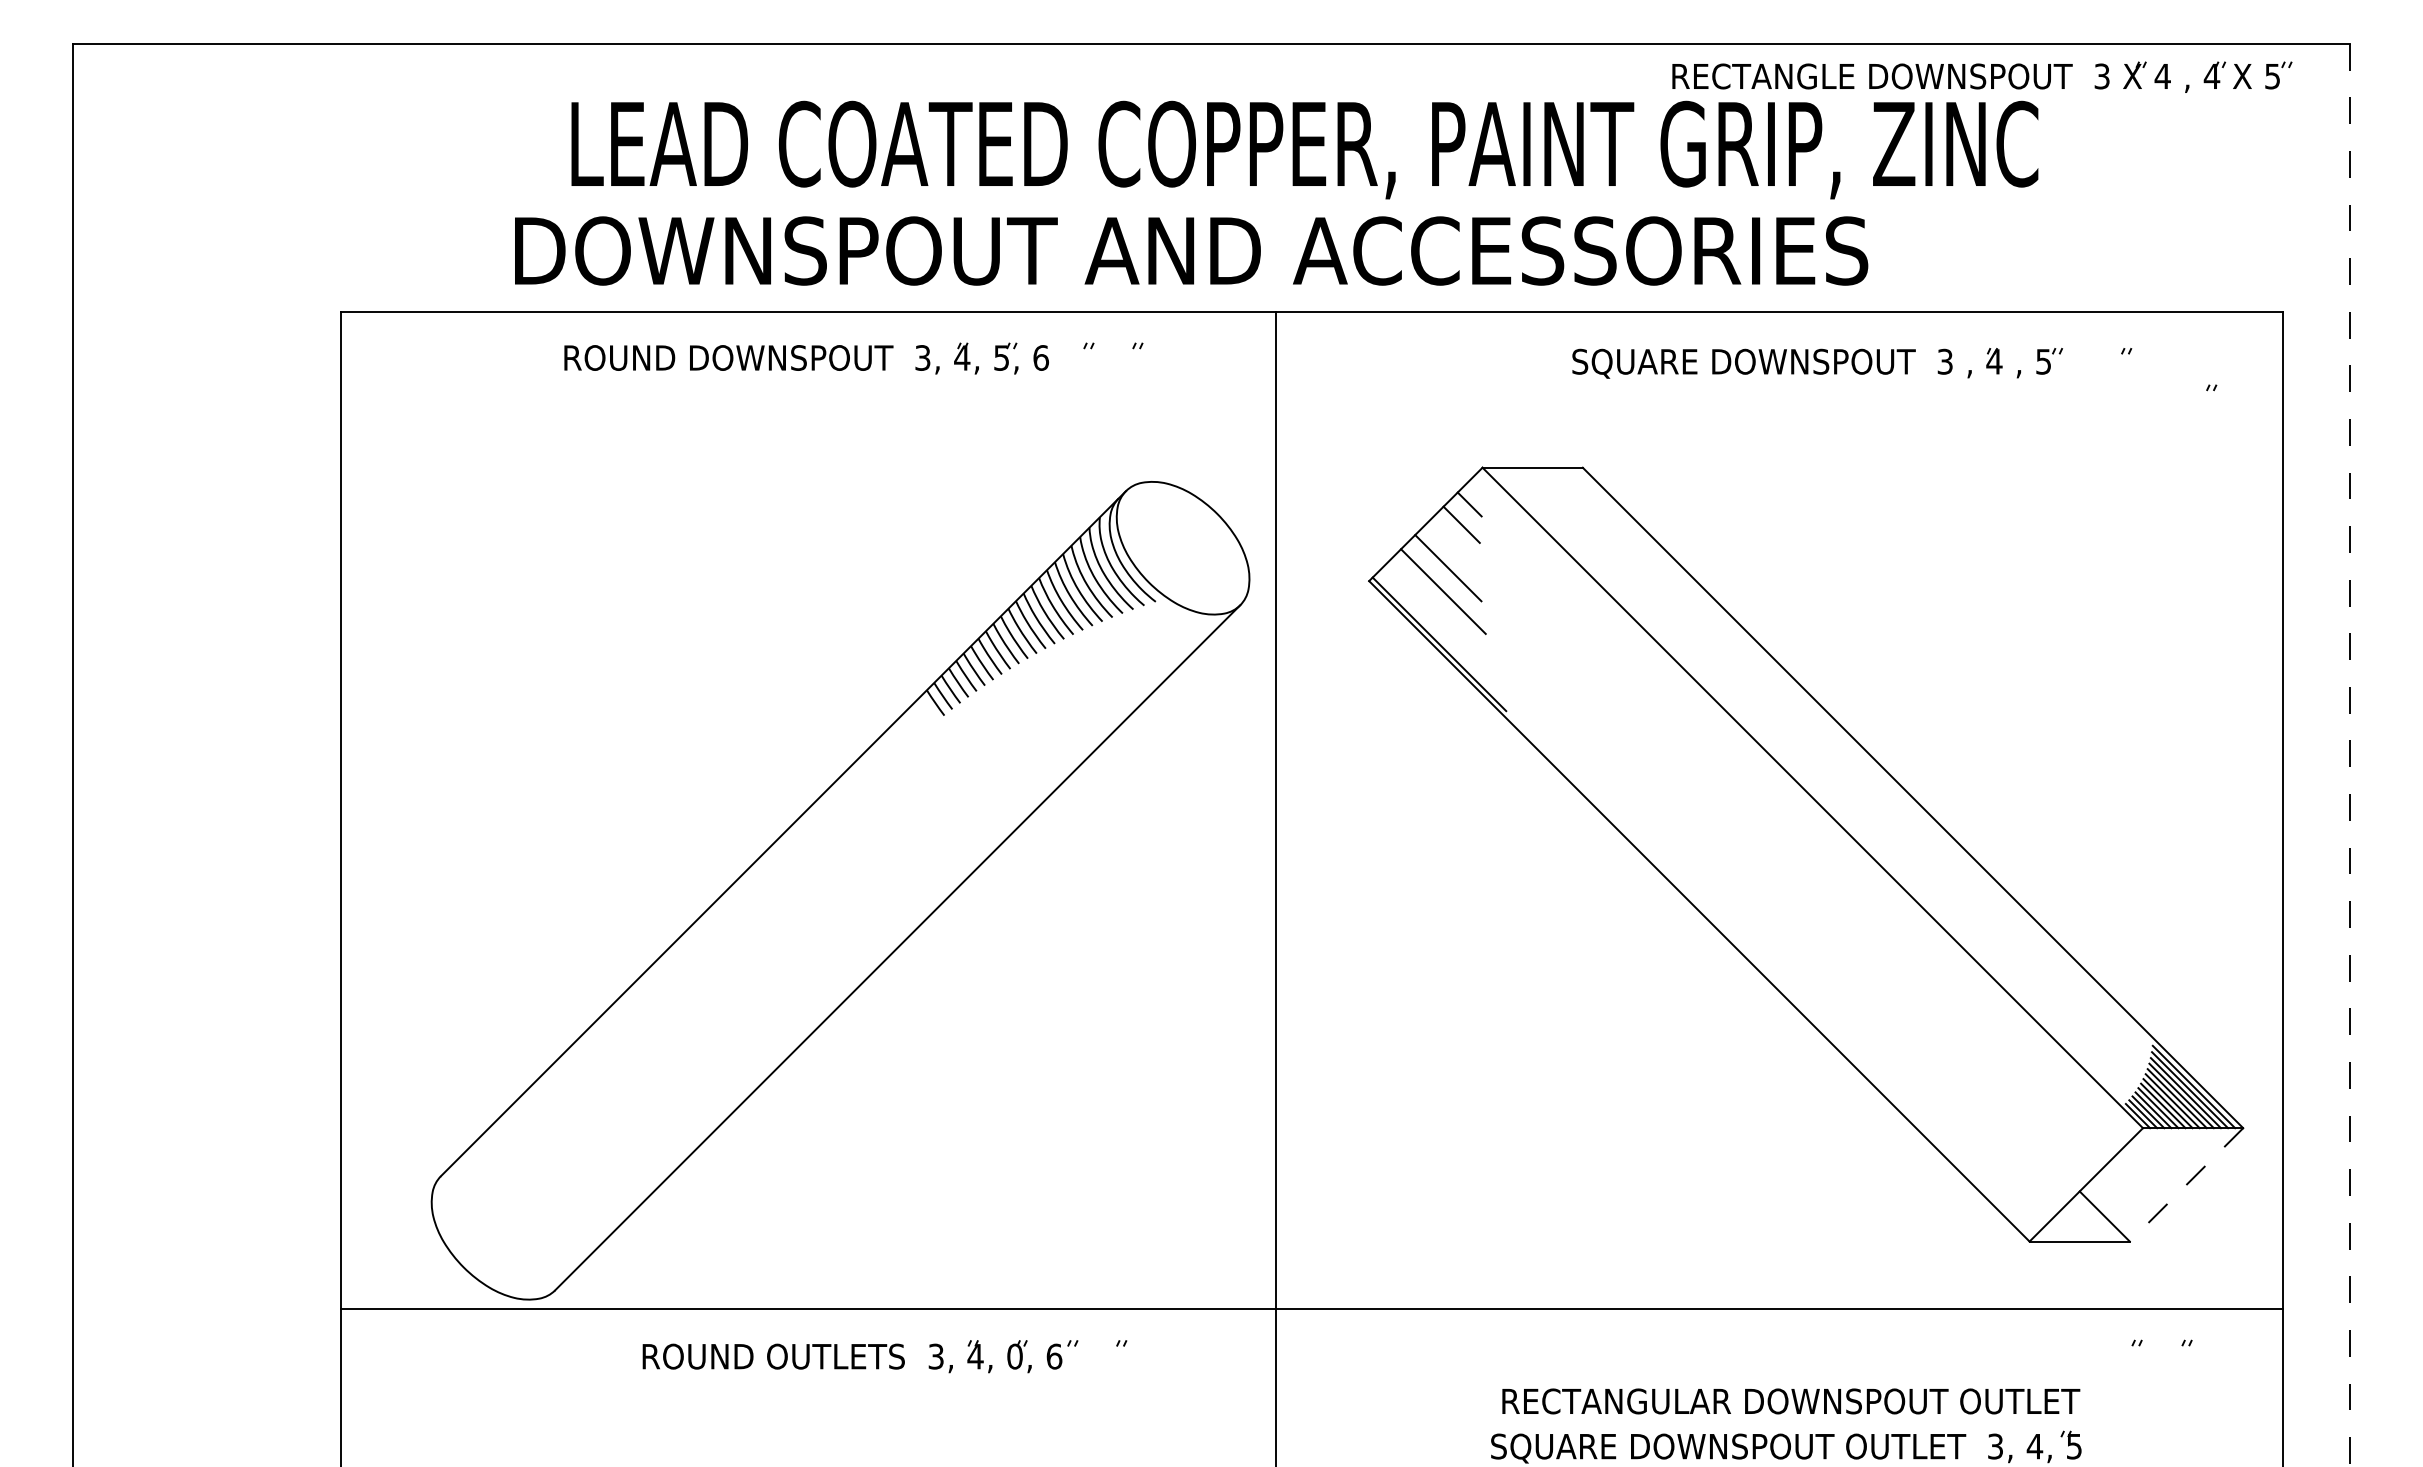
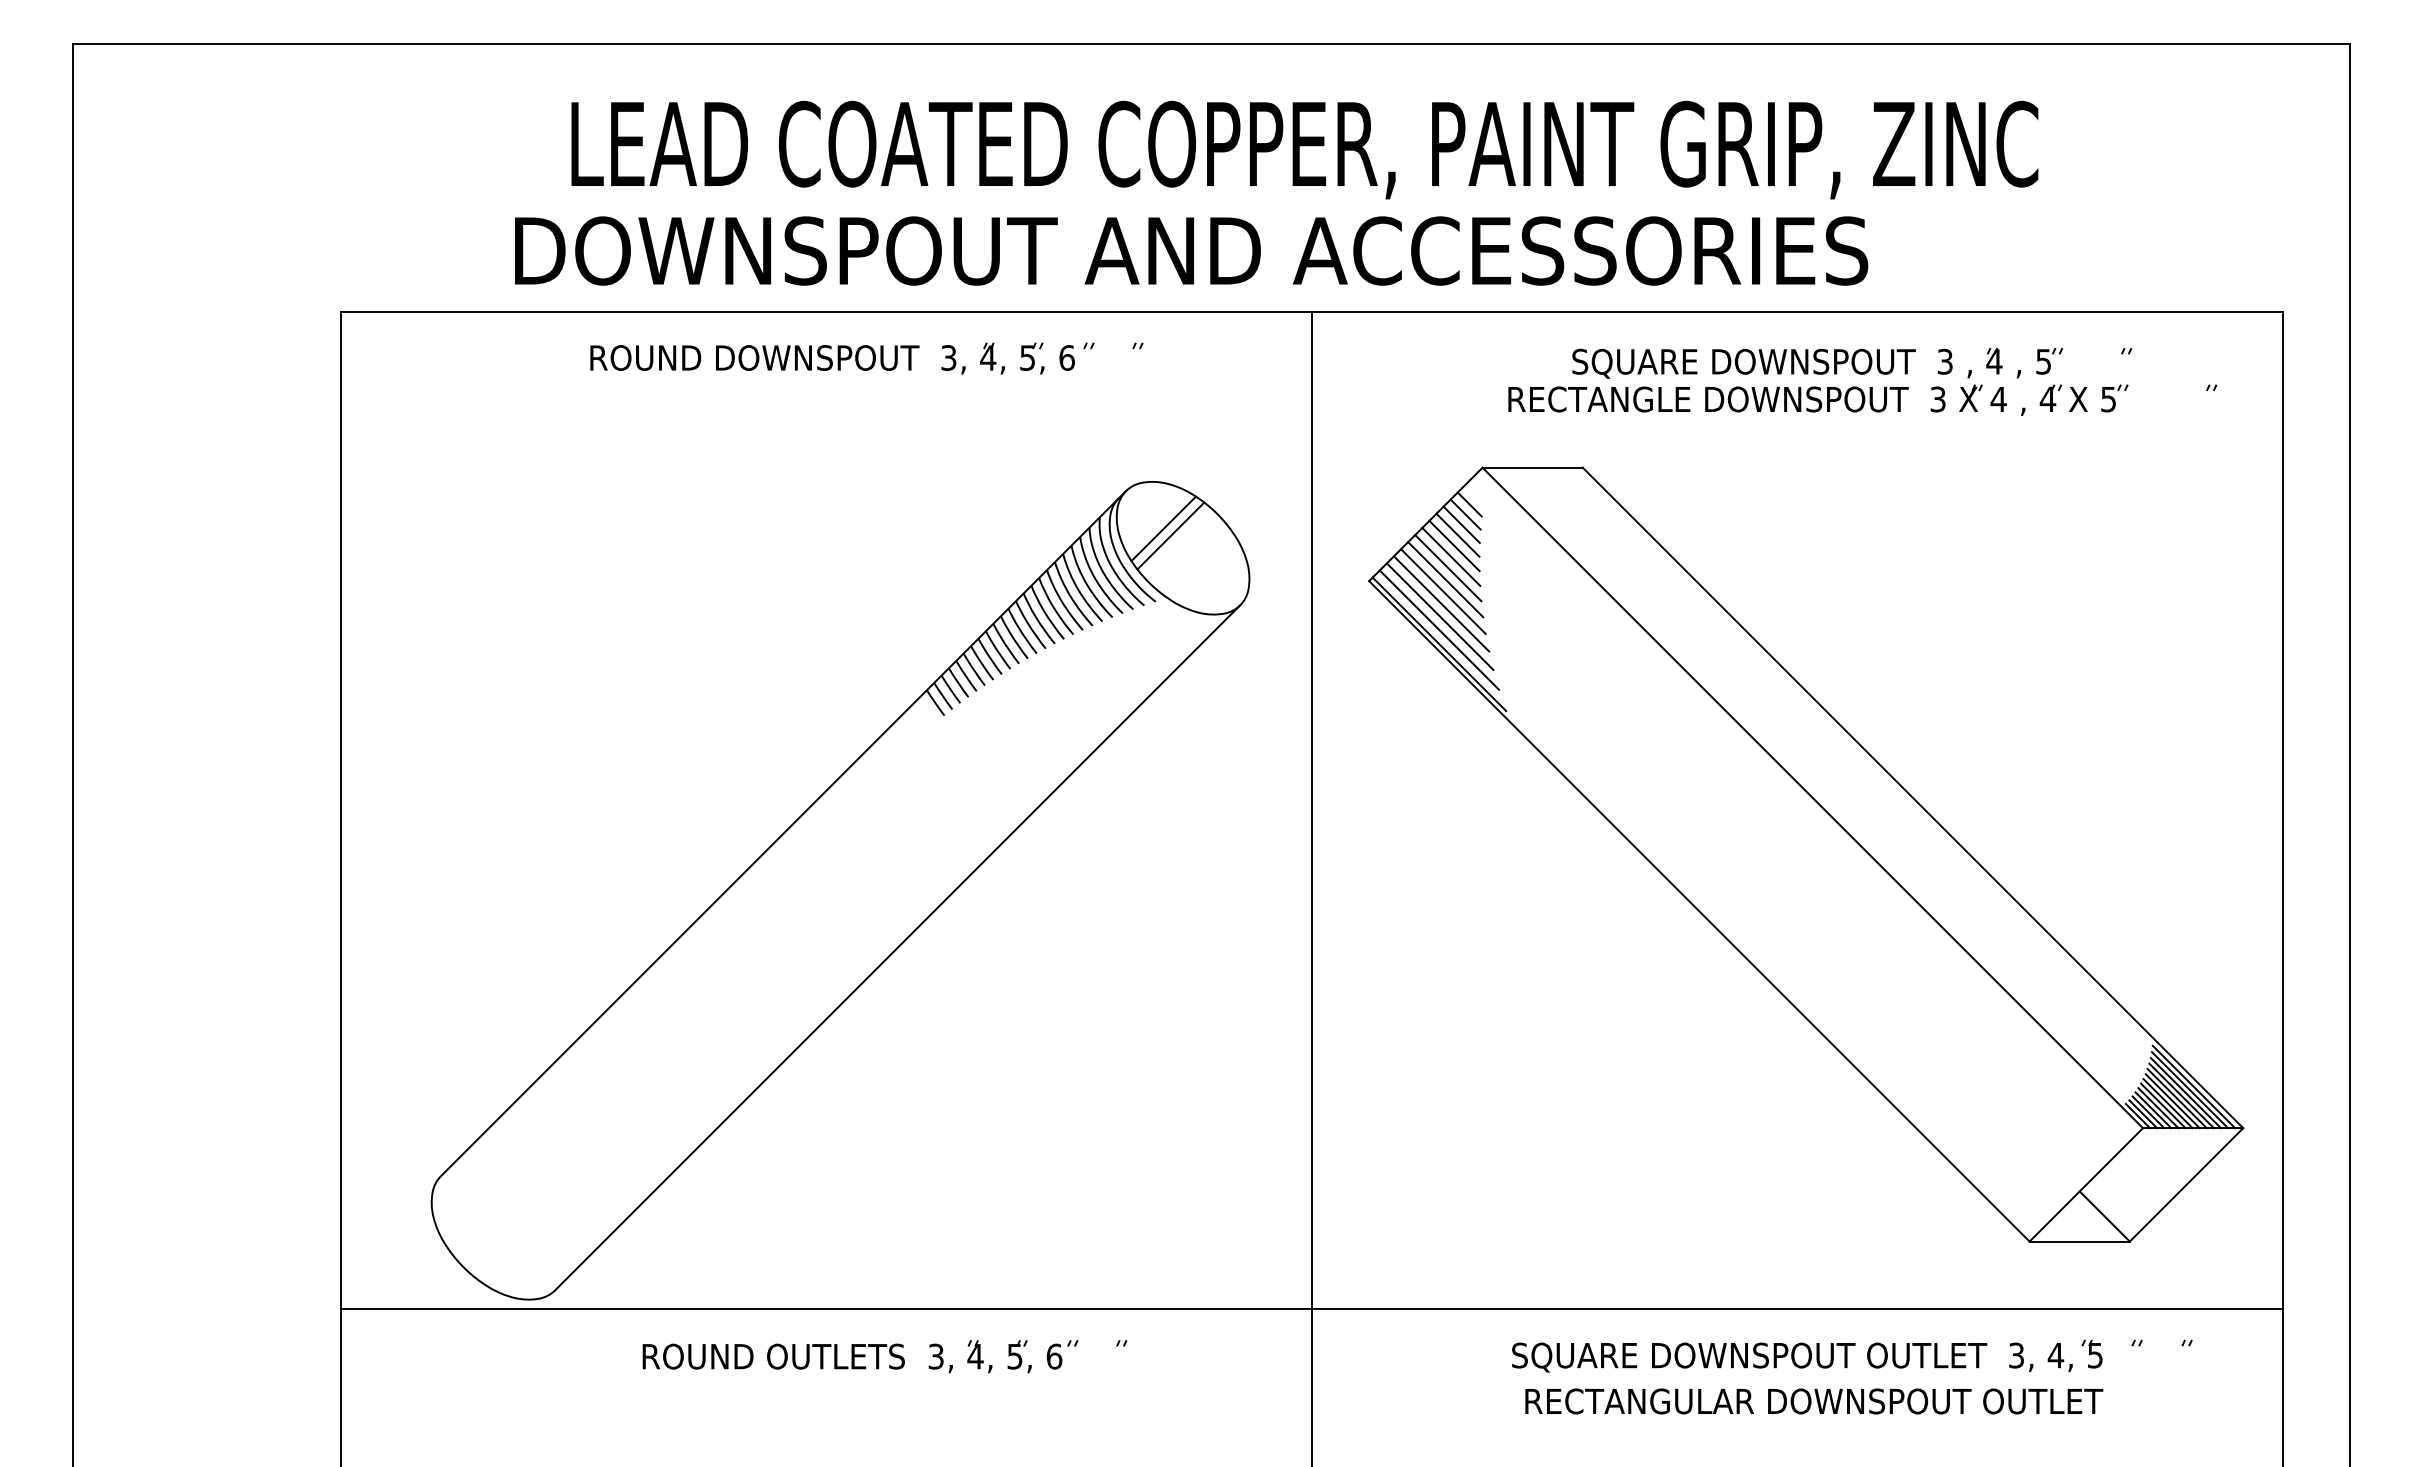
part at (1982, 76) position: (1982, 76) -> (1818, 399)
part at (806, 358) position: (806, 358) -> (832, 358)
line at (1465, 514): none -> present
line at (1163, 528): none -> present
line at (1457, 534): none -> present
line at (1170, 535): none -> present
line at (1454, 545): none -> present
line at (1451, 556): none -> present
line at (1445, 579): none -> present
line at (1441, 603): none -> present
line at (1439, 616): none -> present
line at (1439, 629): none -> present
line at (2350, 755): dashed -> solid
line at (1275, 887) position: (1275, 887) -> (1311, 887)
line at (2186, 1185): dashed -> solid
text at (1014, 1356): 0, -> 5,
text at (1791, 1401) position: (1791, 1401) -> (1814, 1401)
part at (1786, 1446) position: (1786, 1446) -> (1807, 1355)
